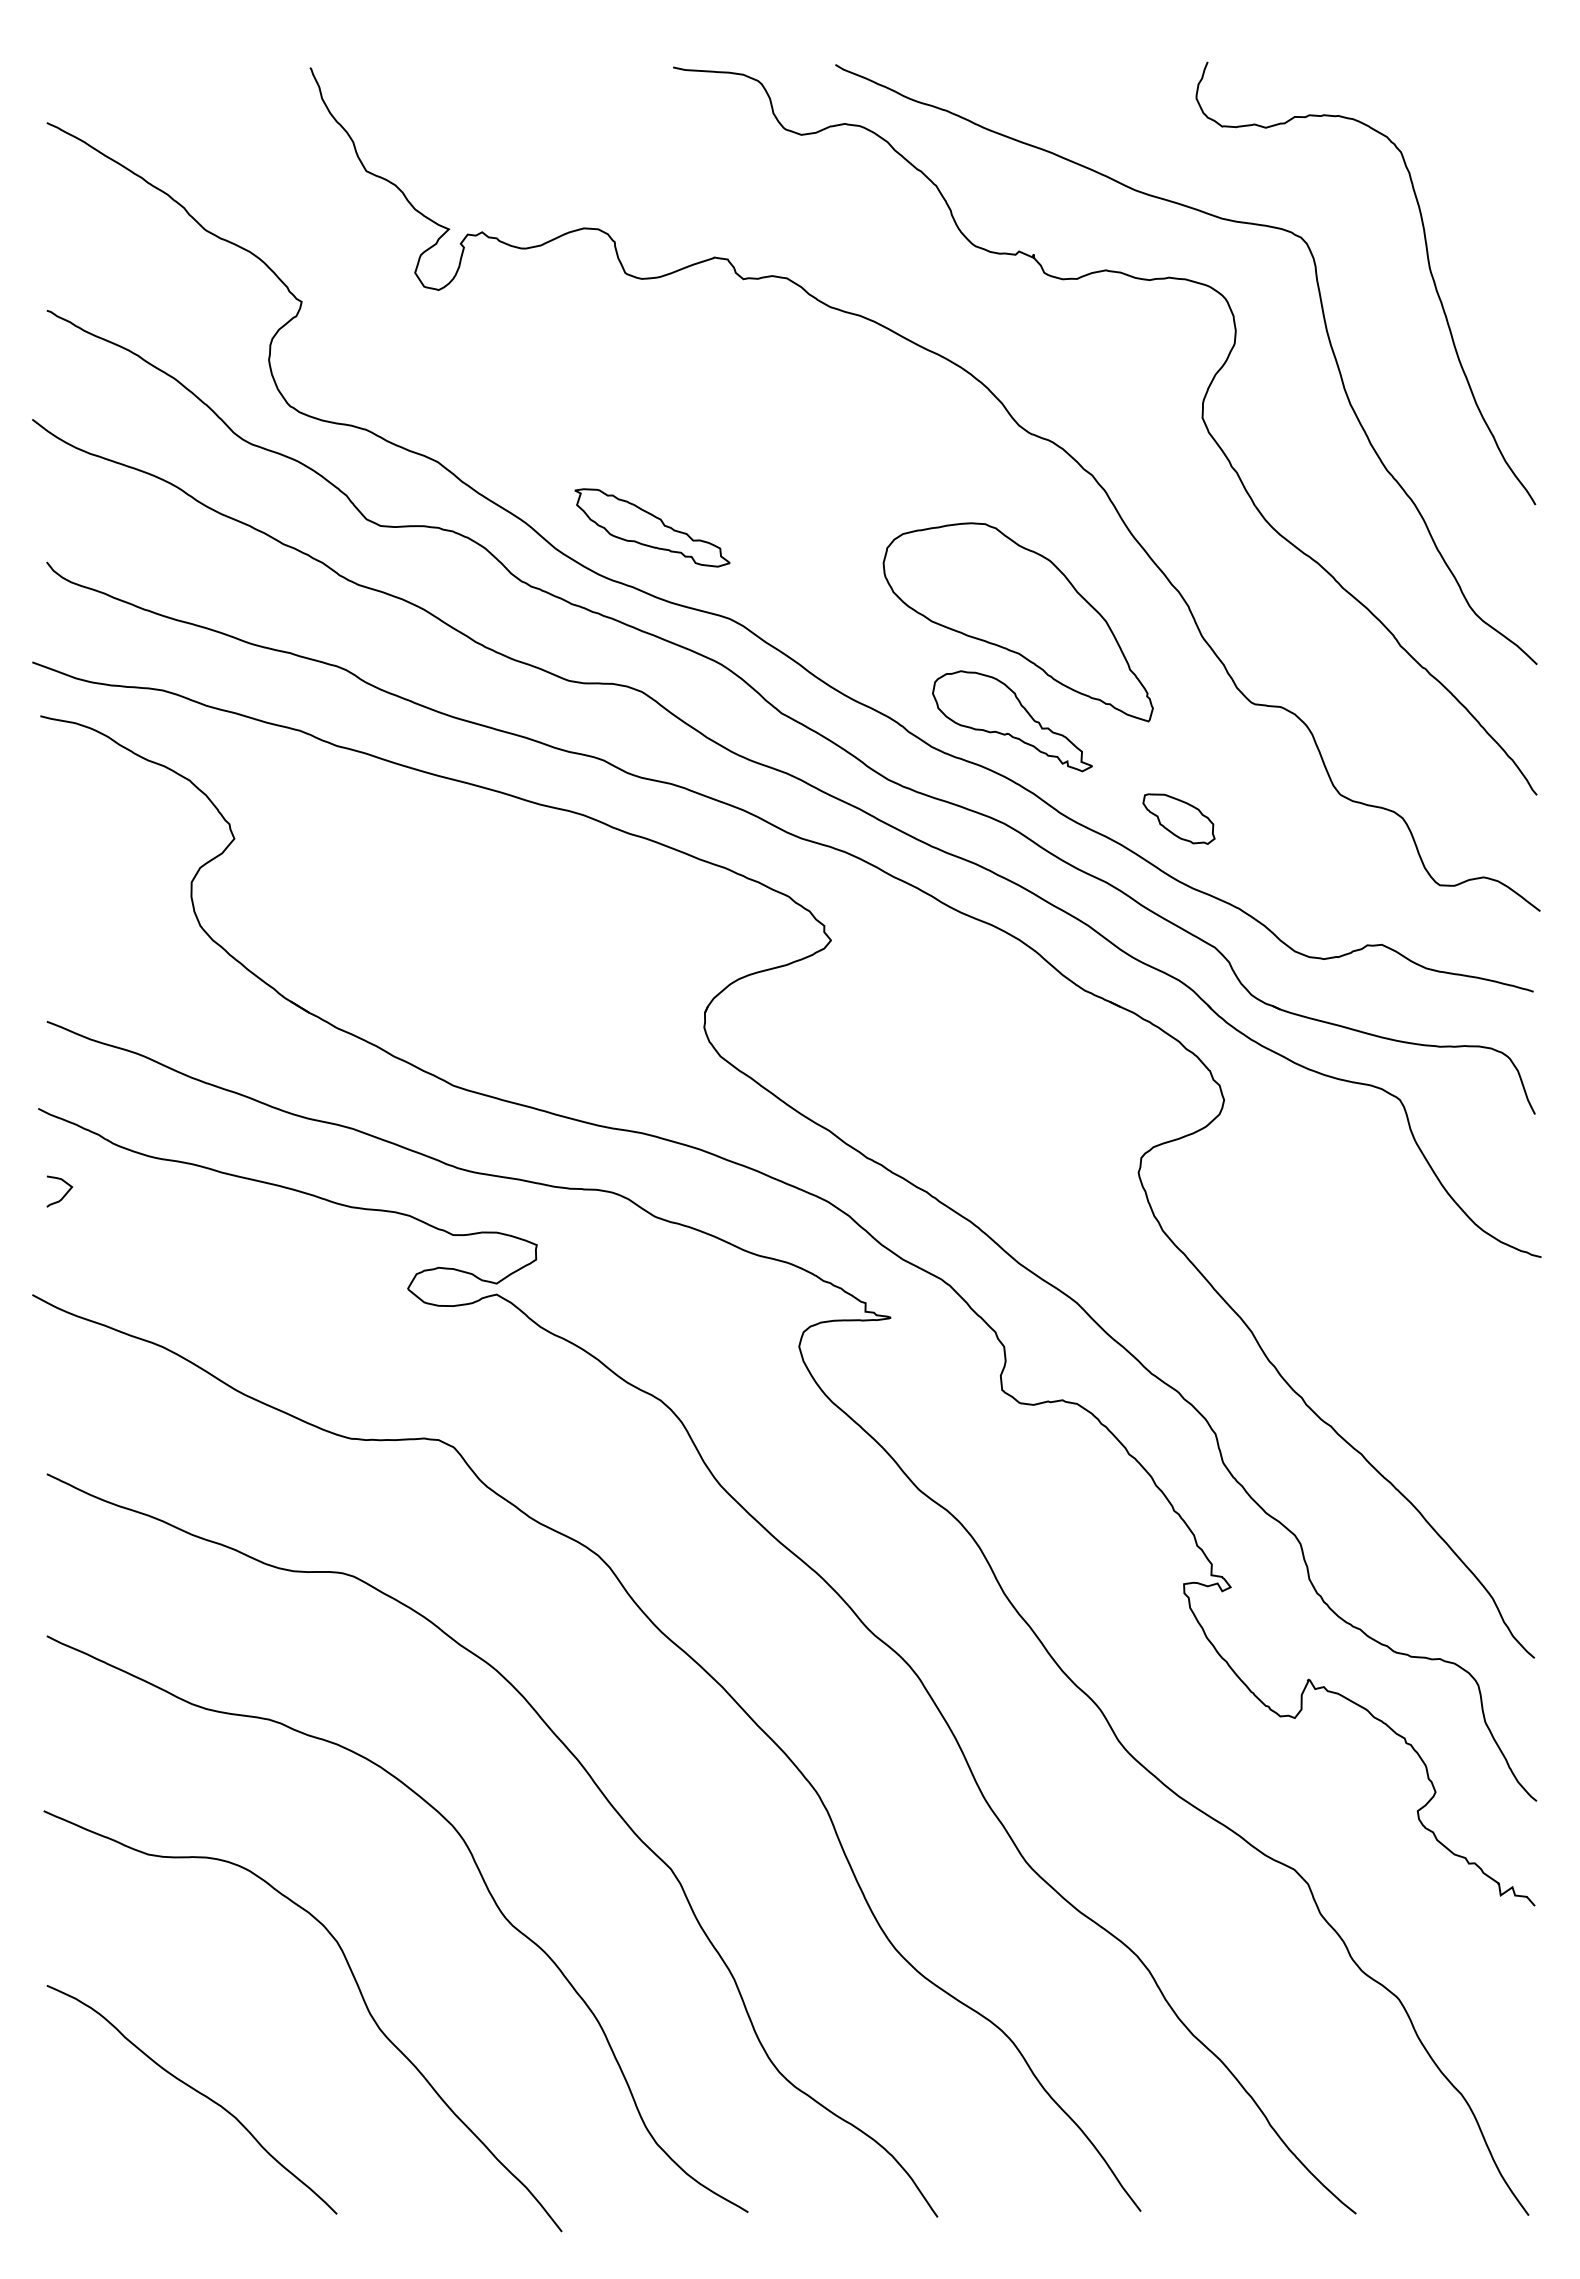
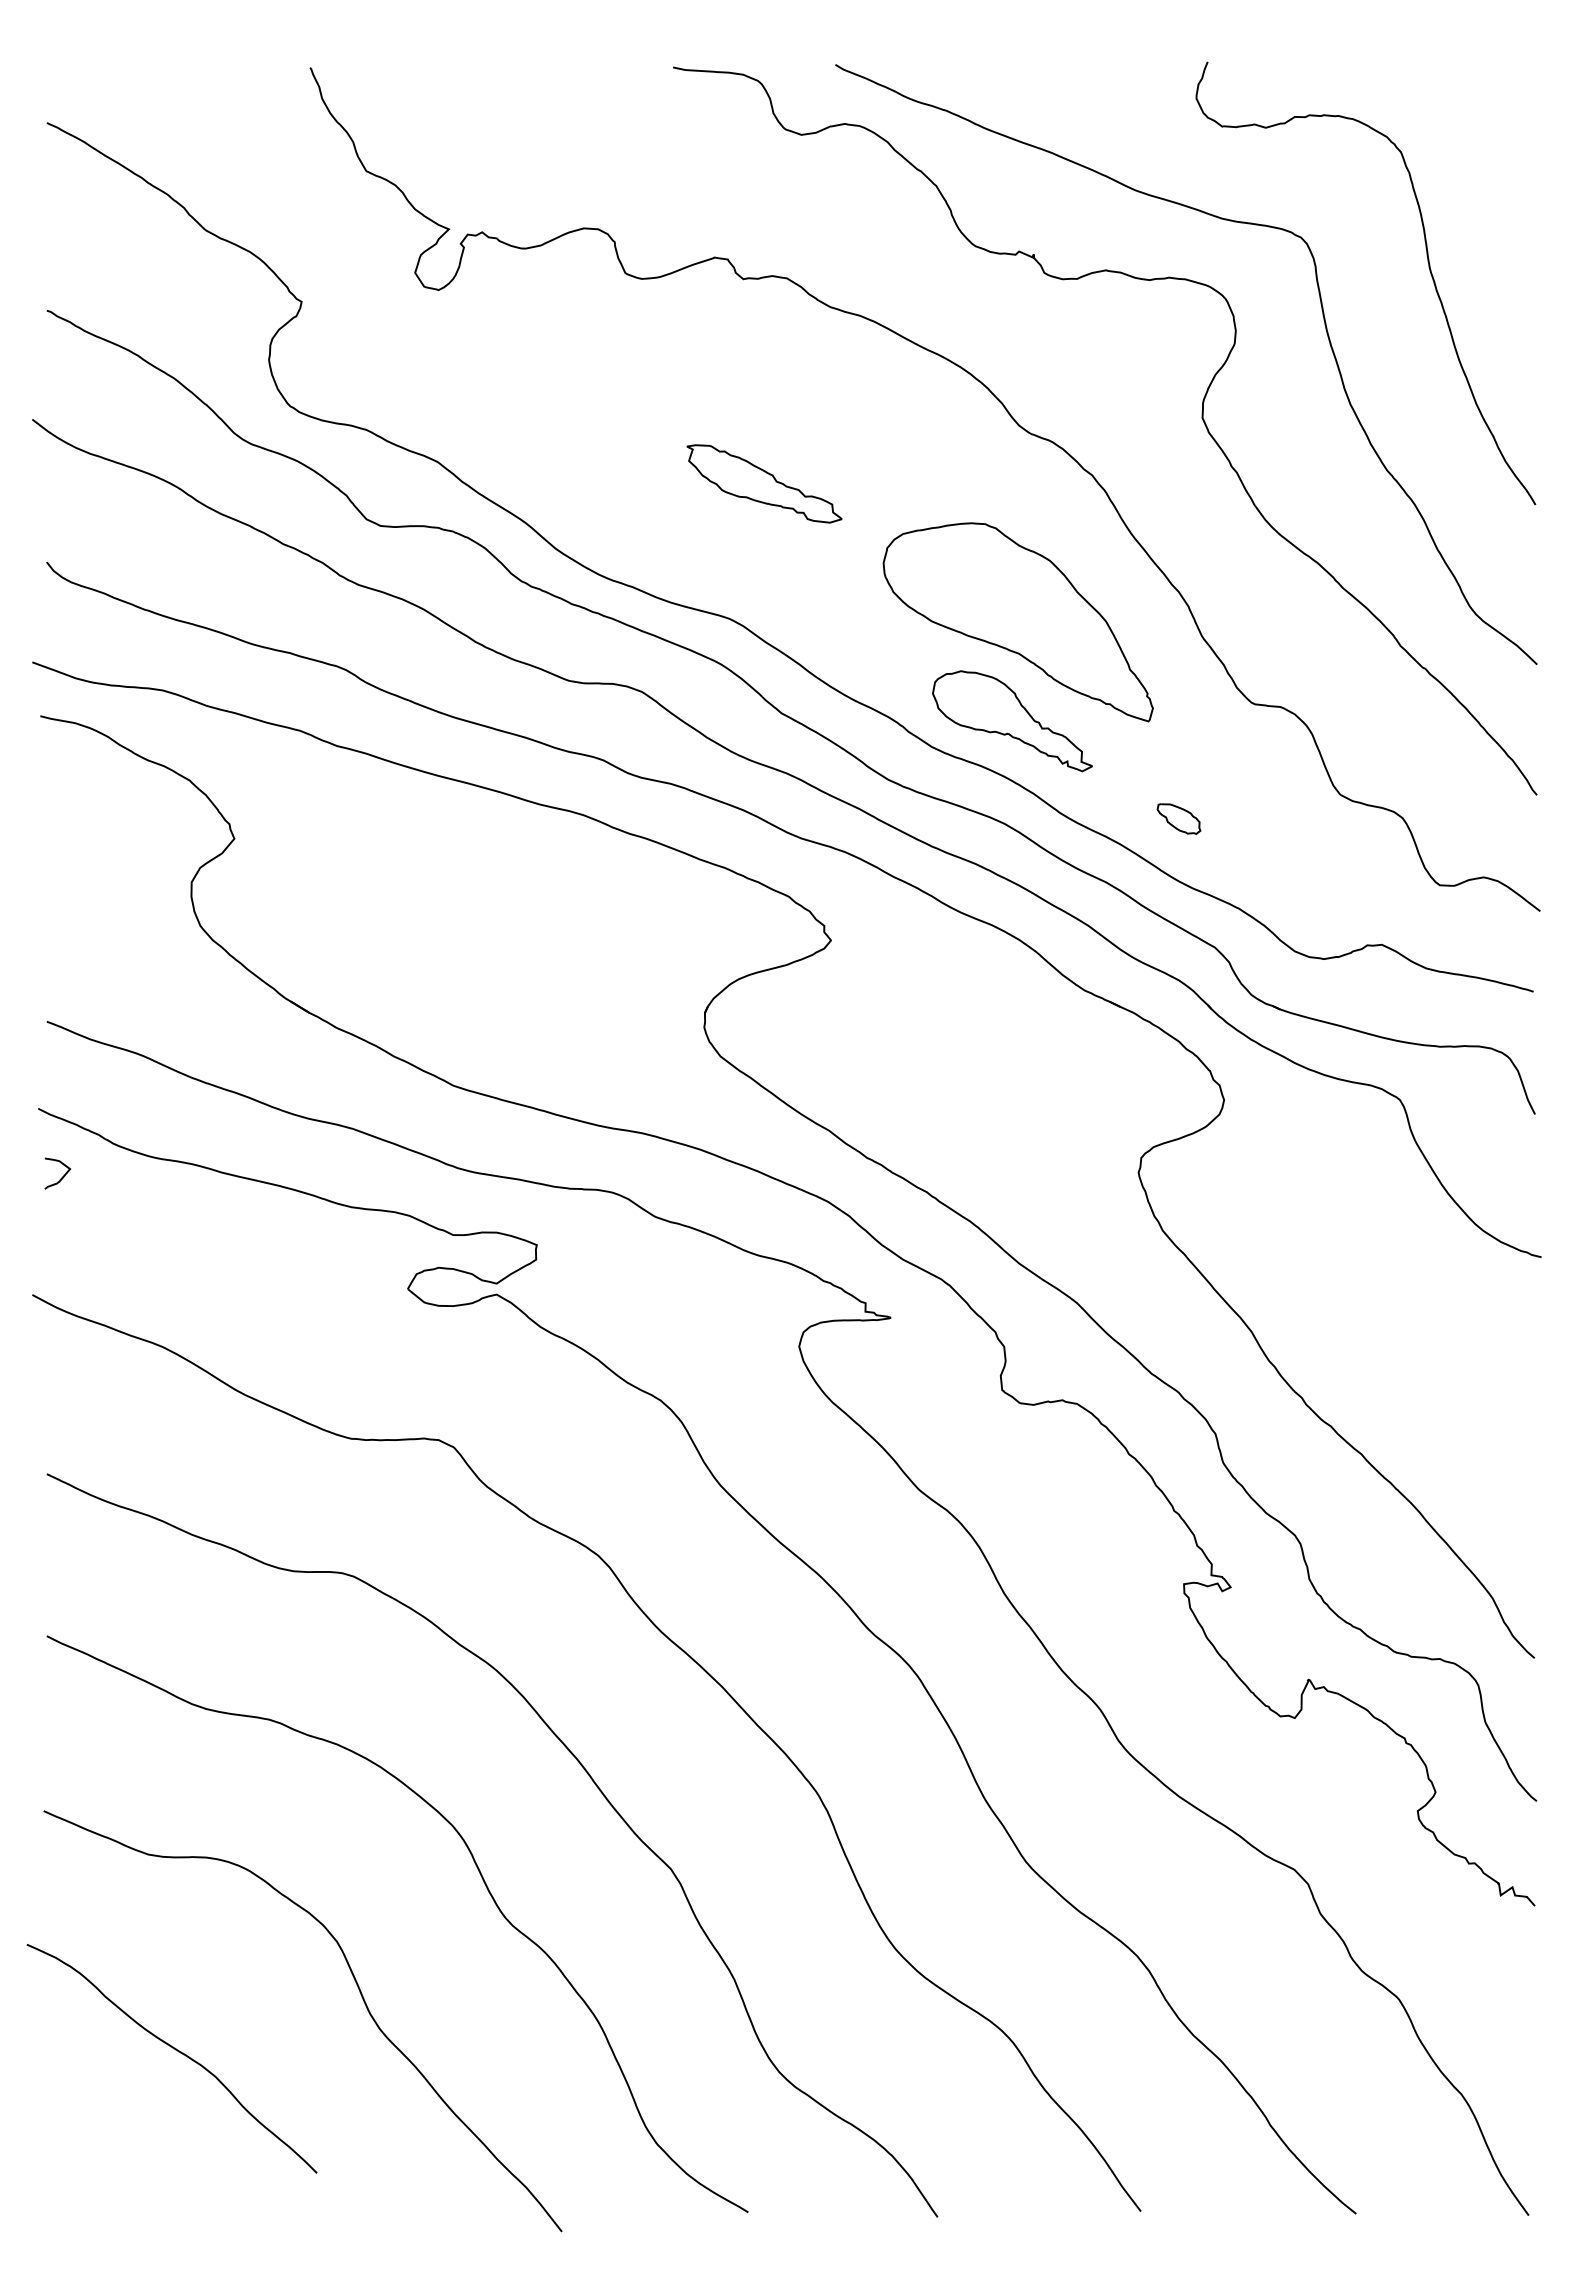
part at (652, 527) position: (652, 527) -> (764, 483)
part at (1178, 818) size: 74x52 px -> 46x32 px
curve at (63, 1195) position: (63, 1195) -> (61, 1177)
curve at (195, 2091) position: (195, 2091) -> (175, 2050)
